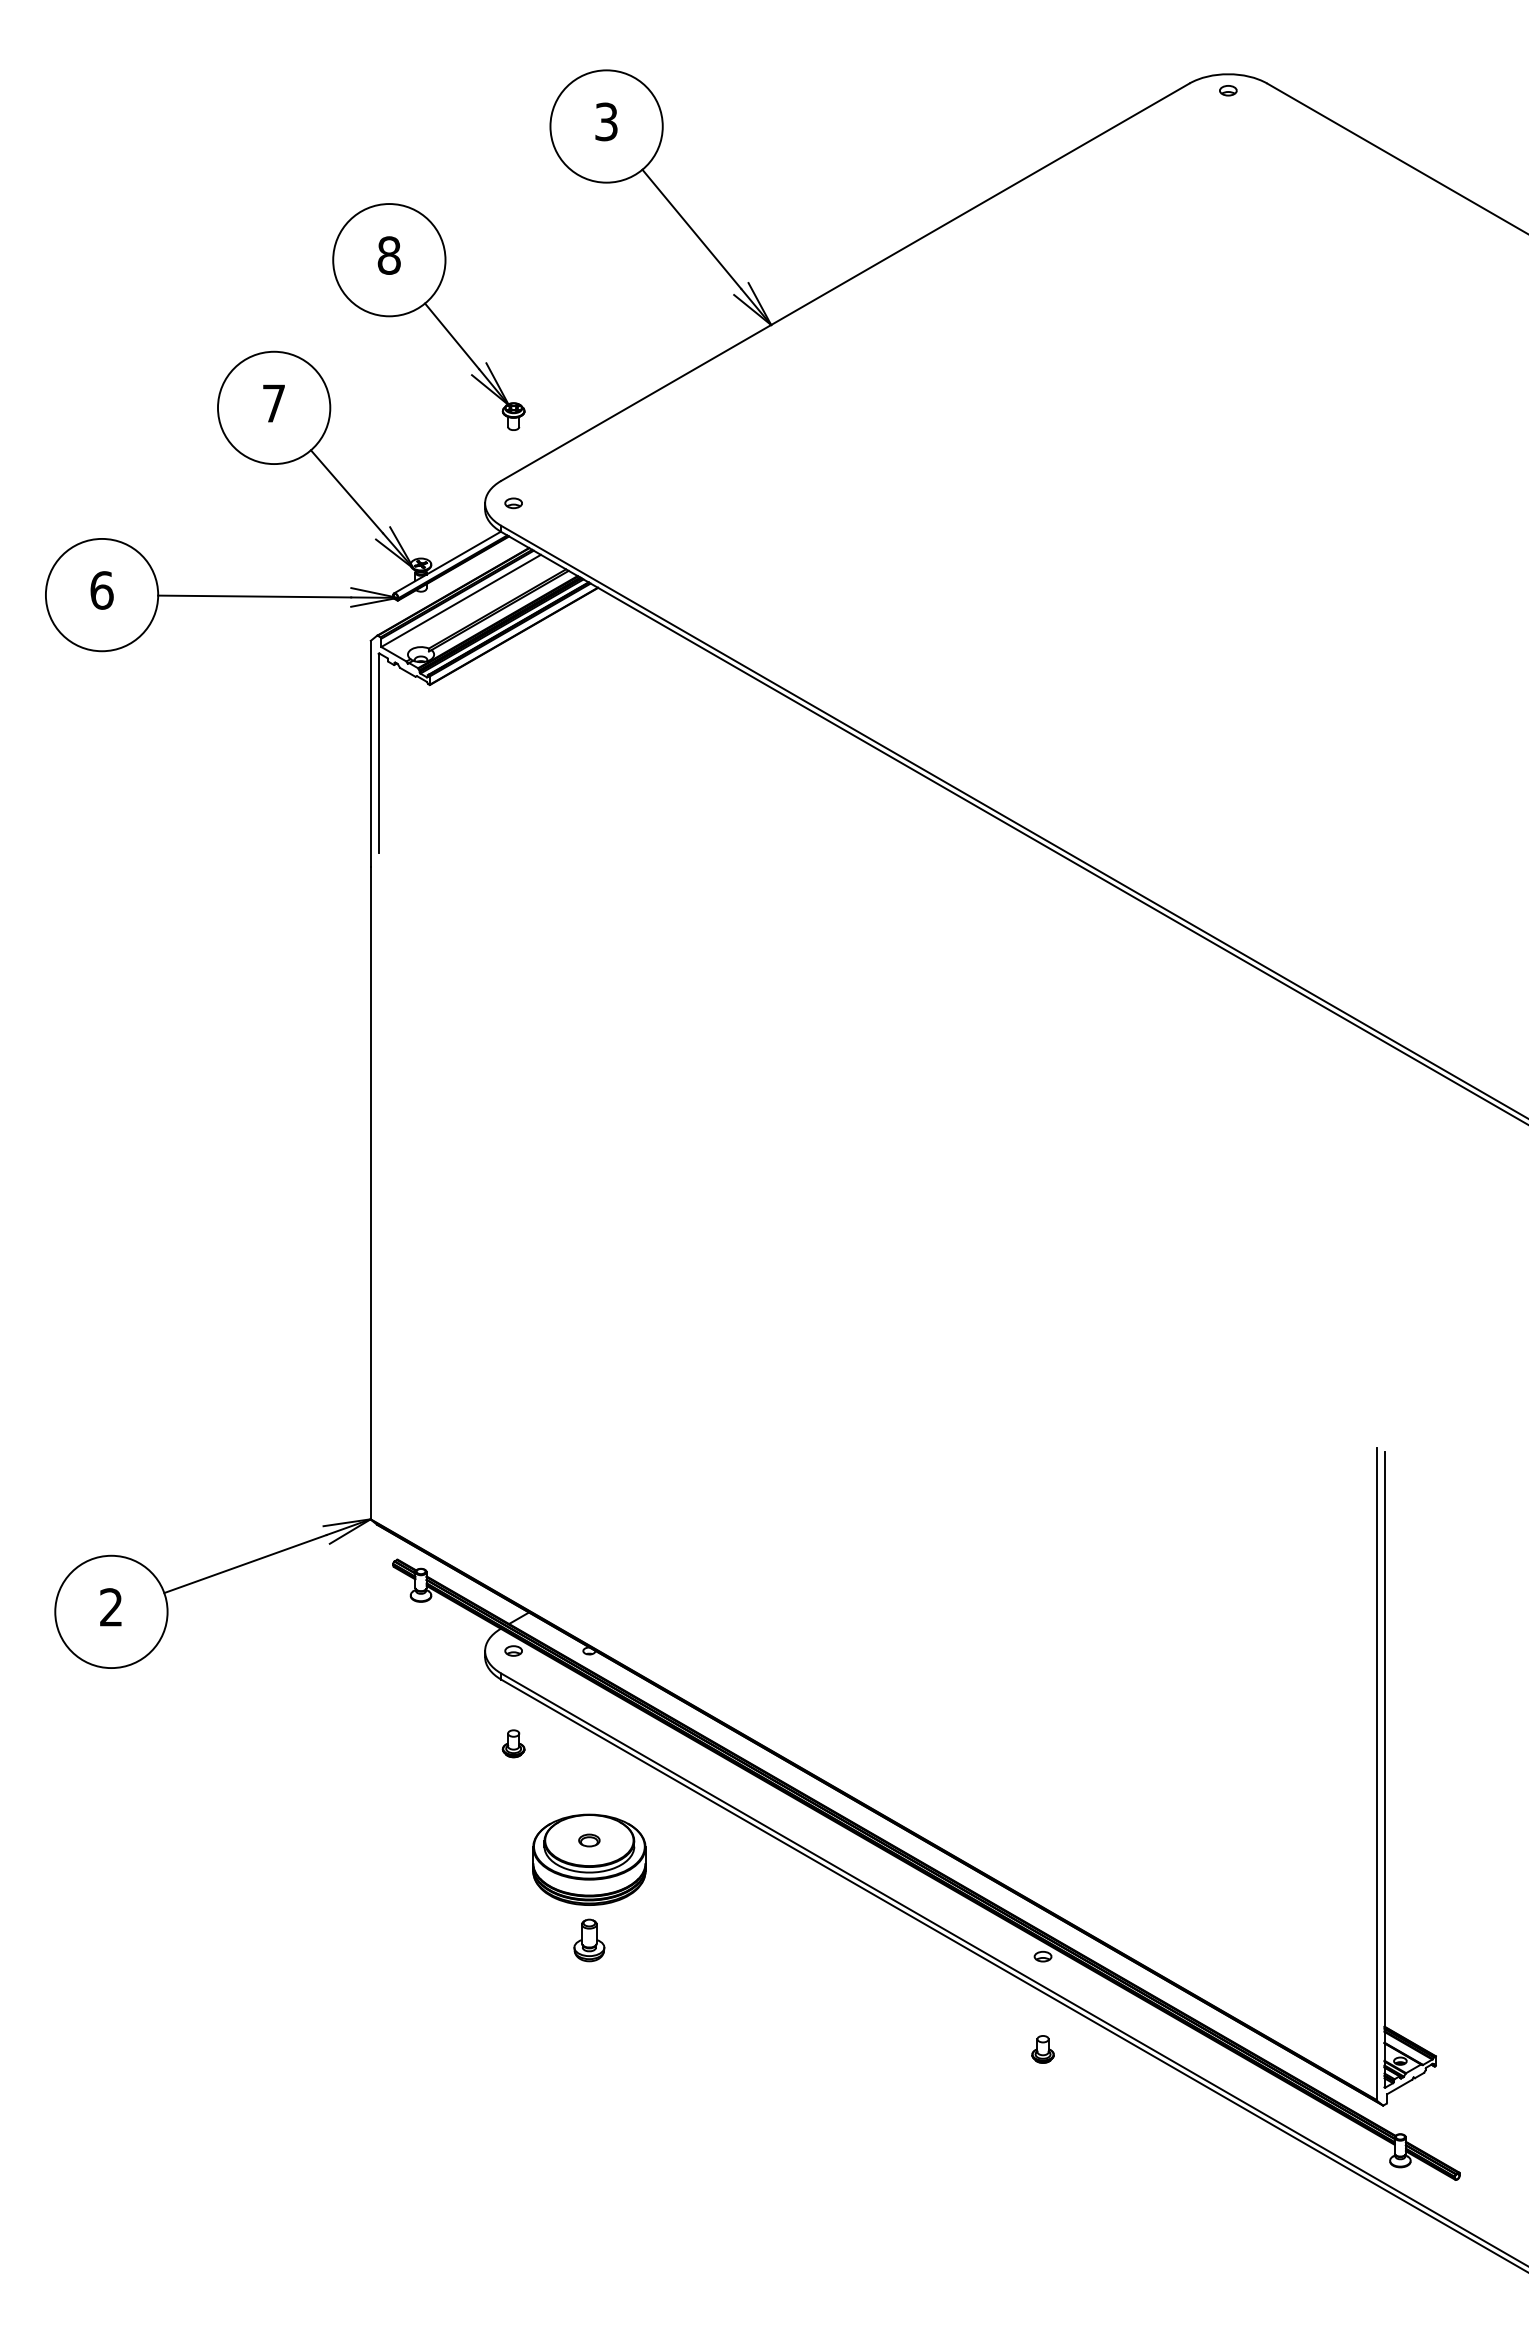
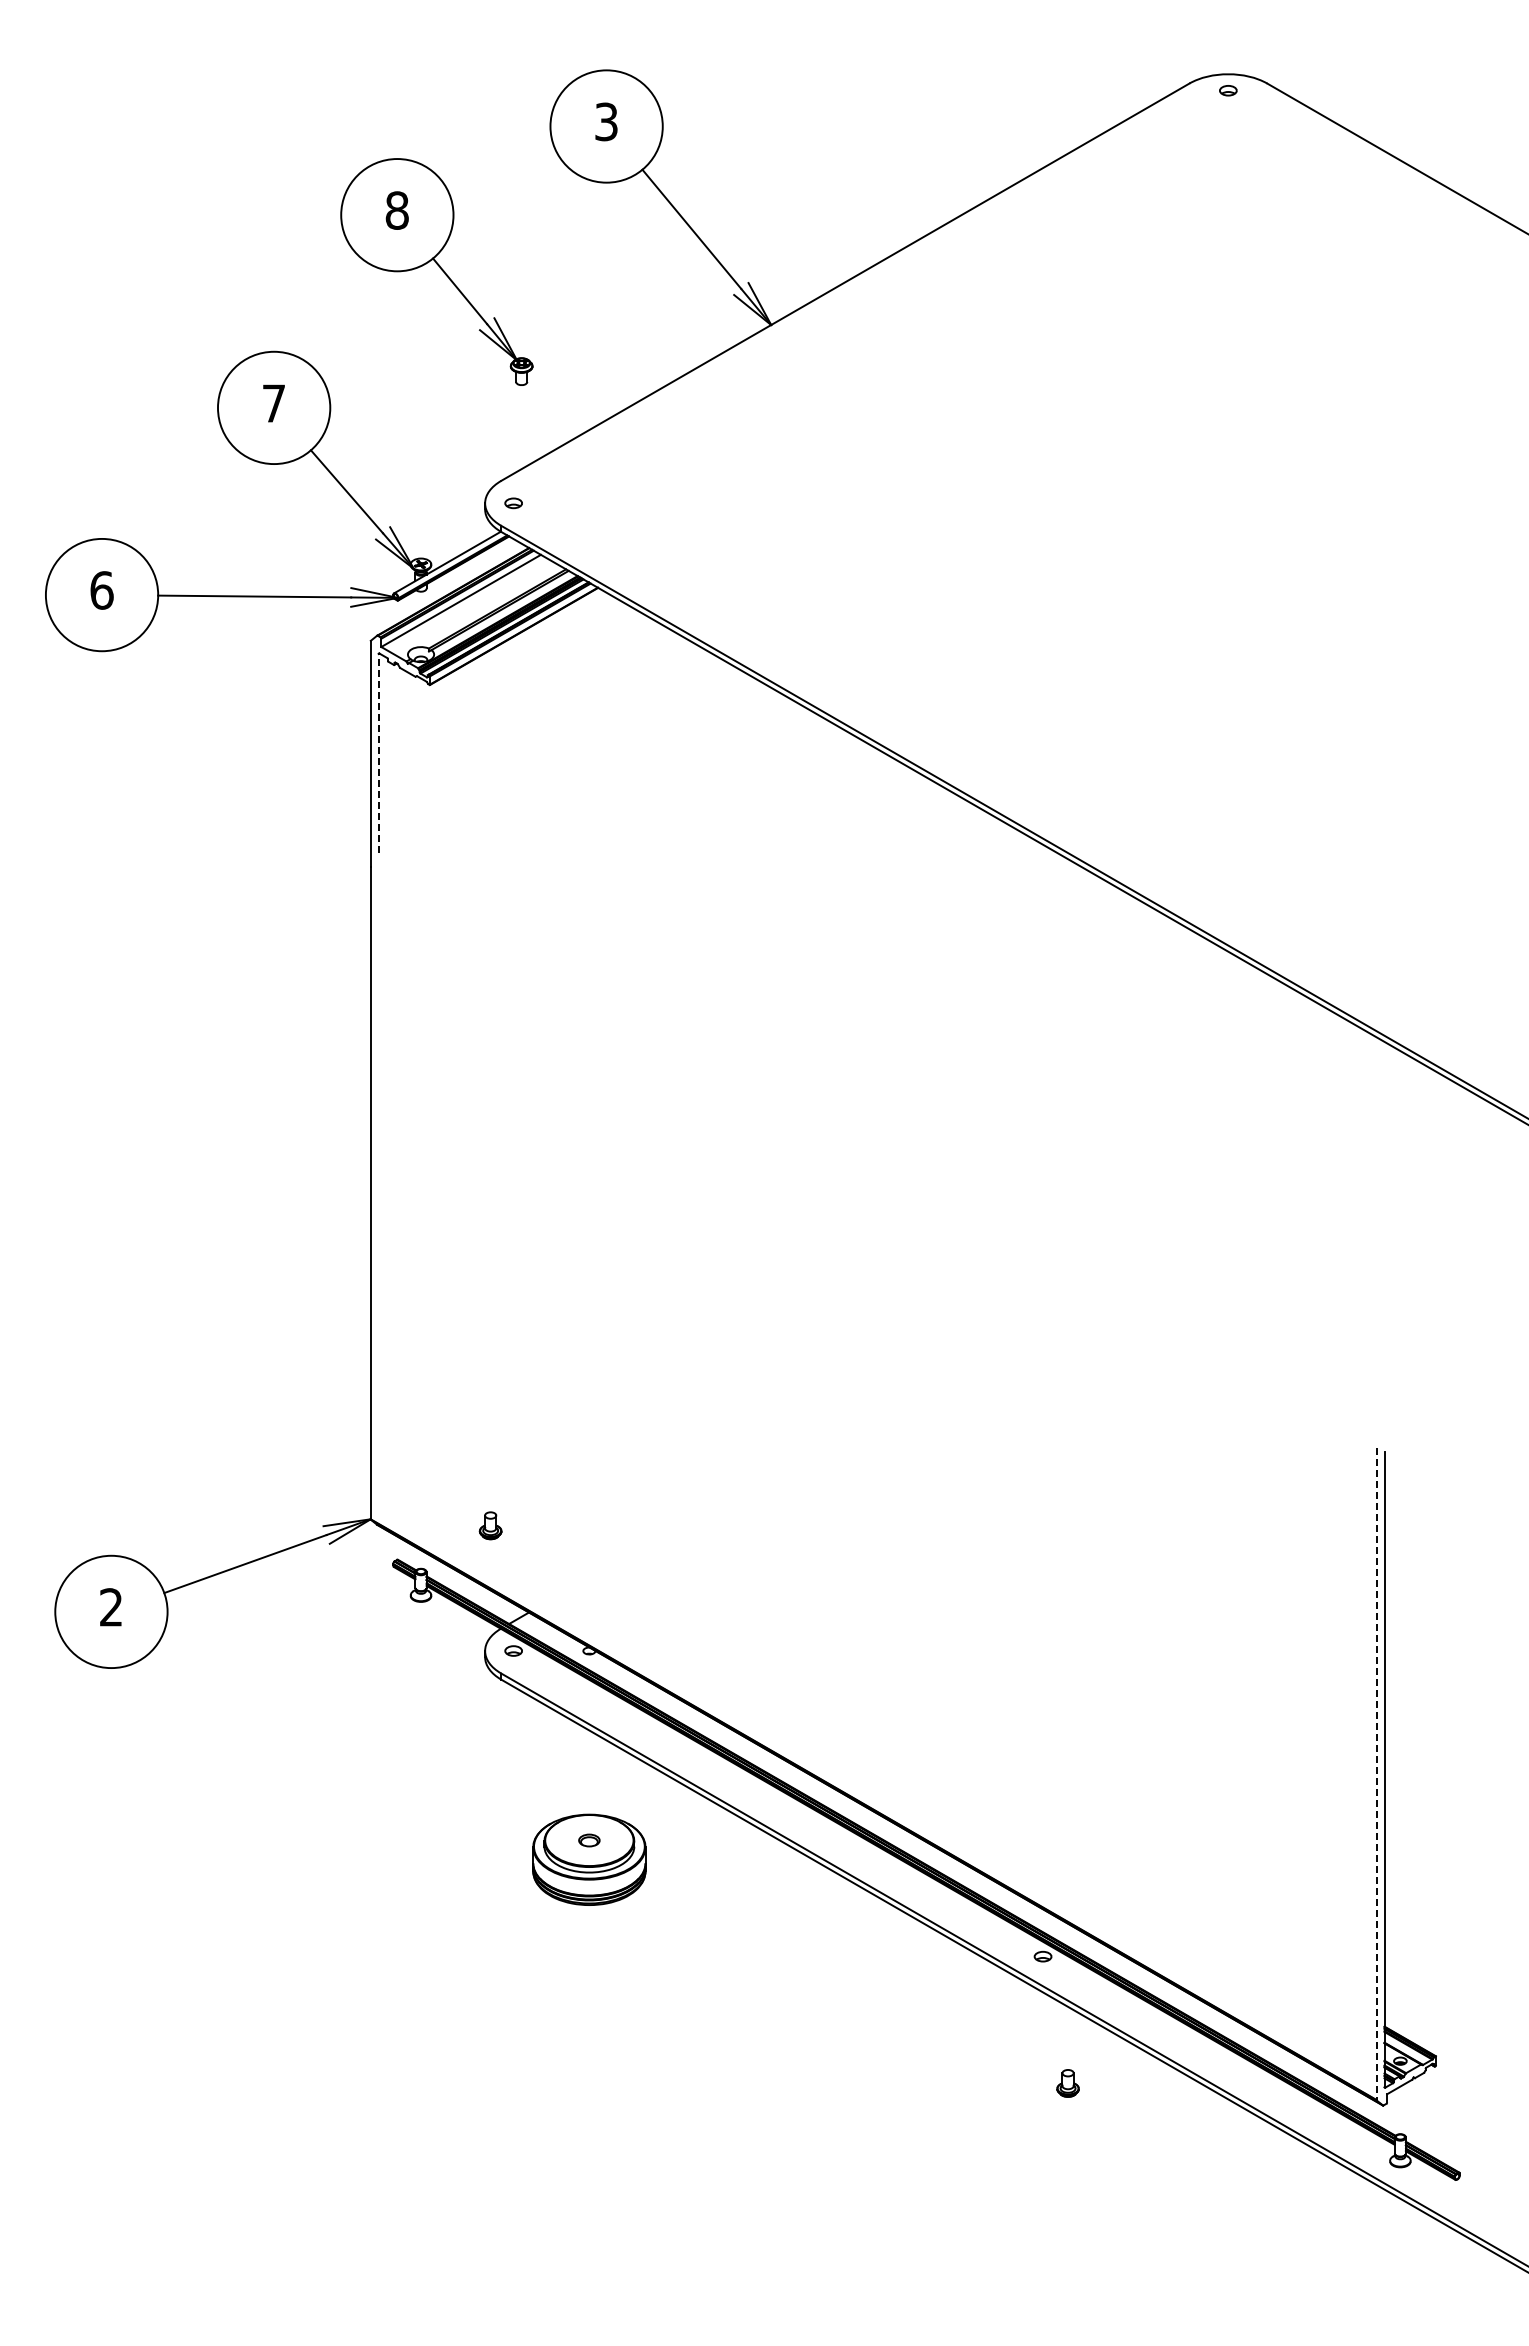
part at (428, 316) position: (428, 316) -> (436, 271)
line at (378, 753): solid -> dashed
part at (513, 1743) position: (513, 1743) -> (490, 1525)
line at (1376, 1774): solid -> dashed
part at (589, 1940): present -> none
part at (1042, 2049) position: (1042, 2049) -> (1067, 2083)
